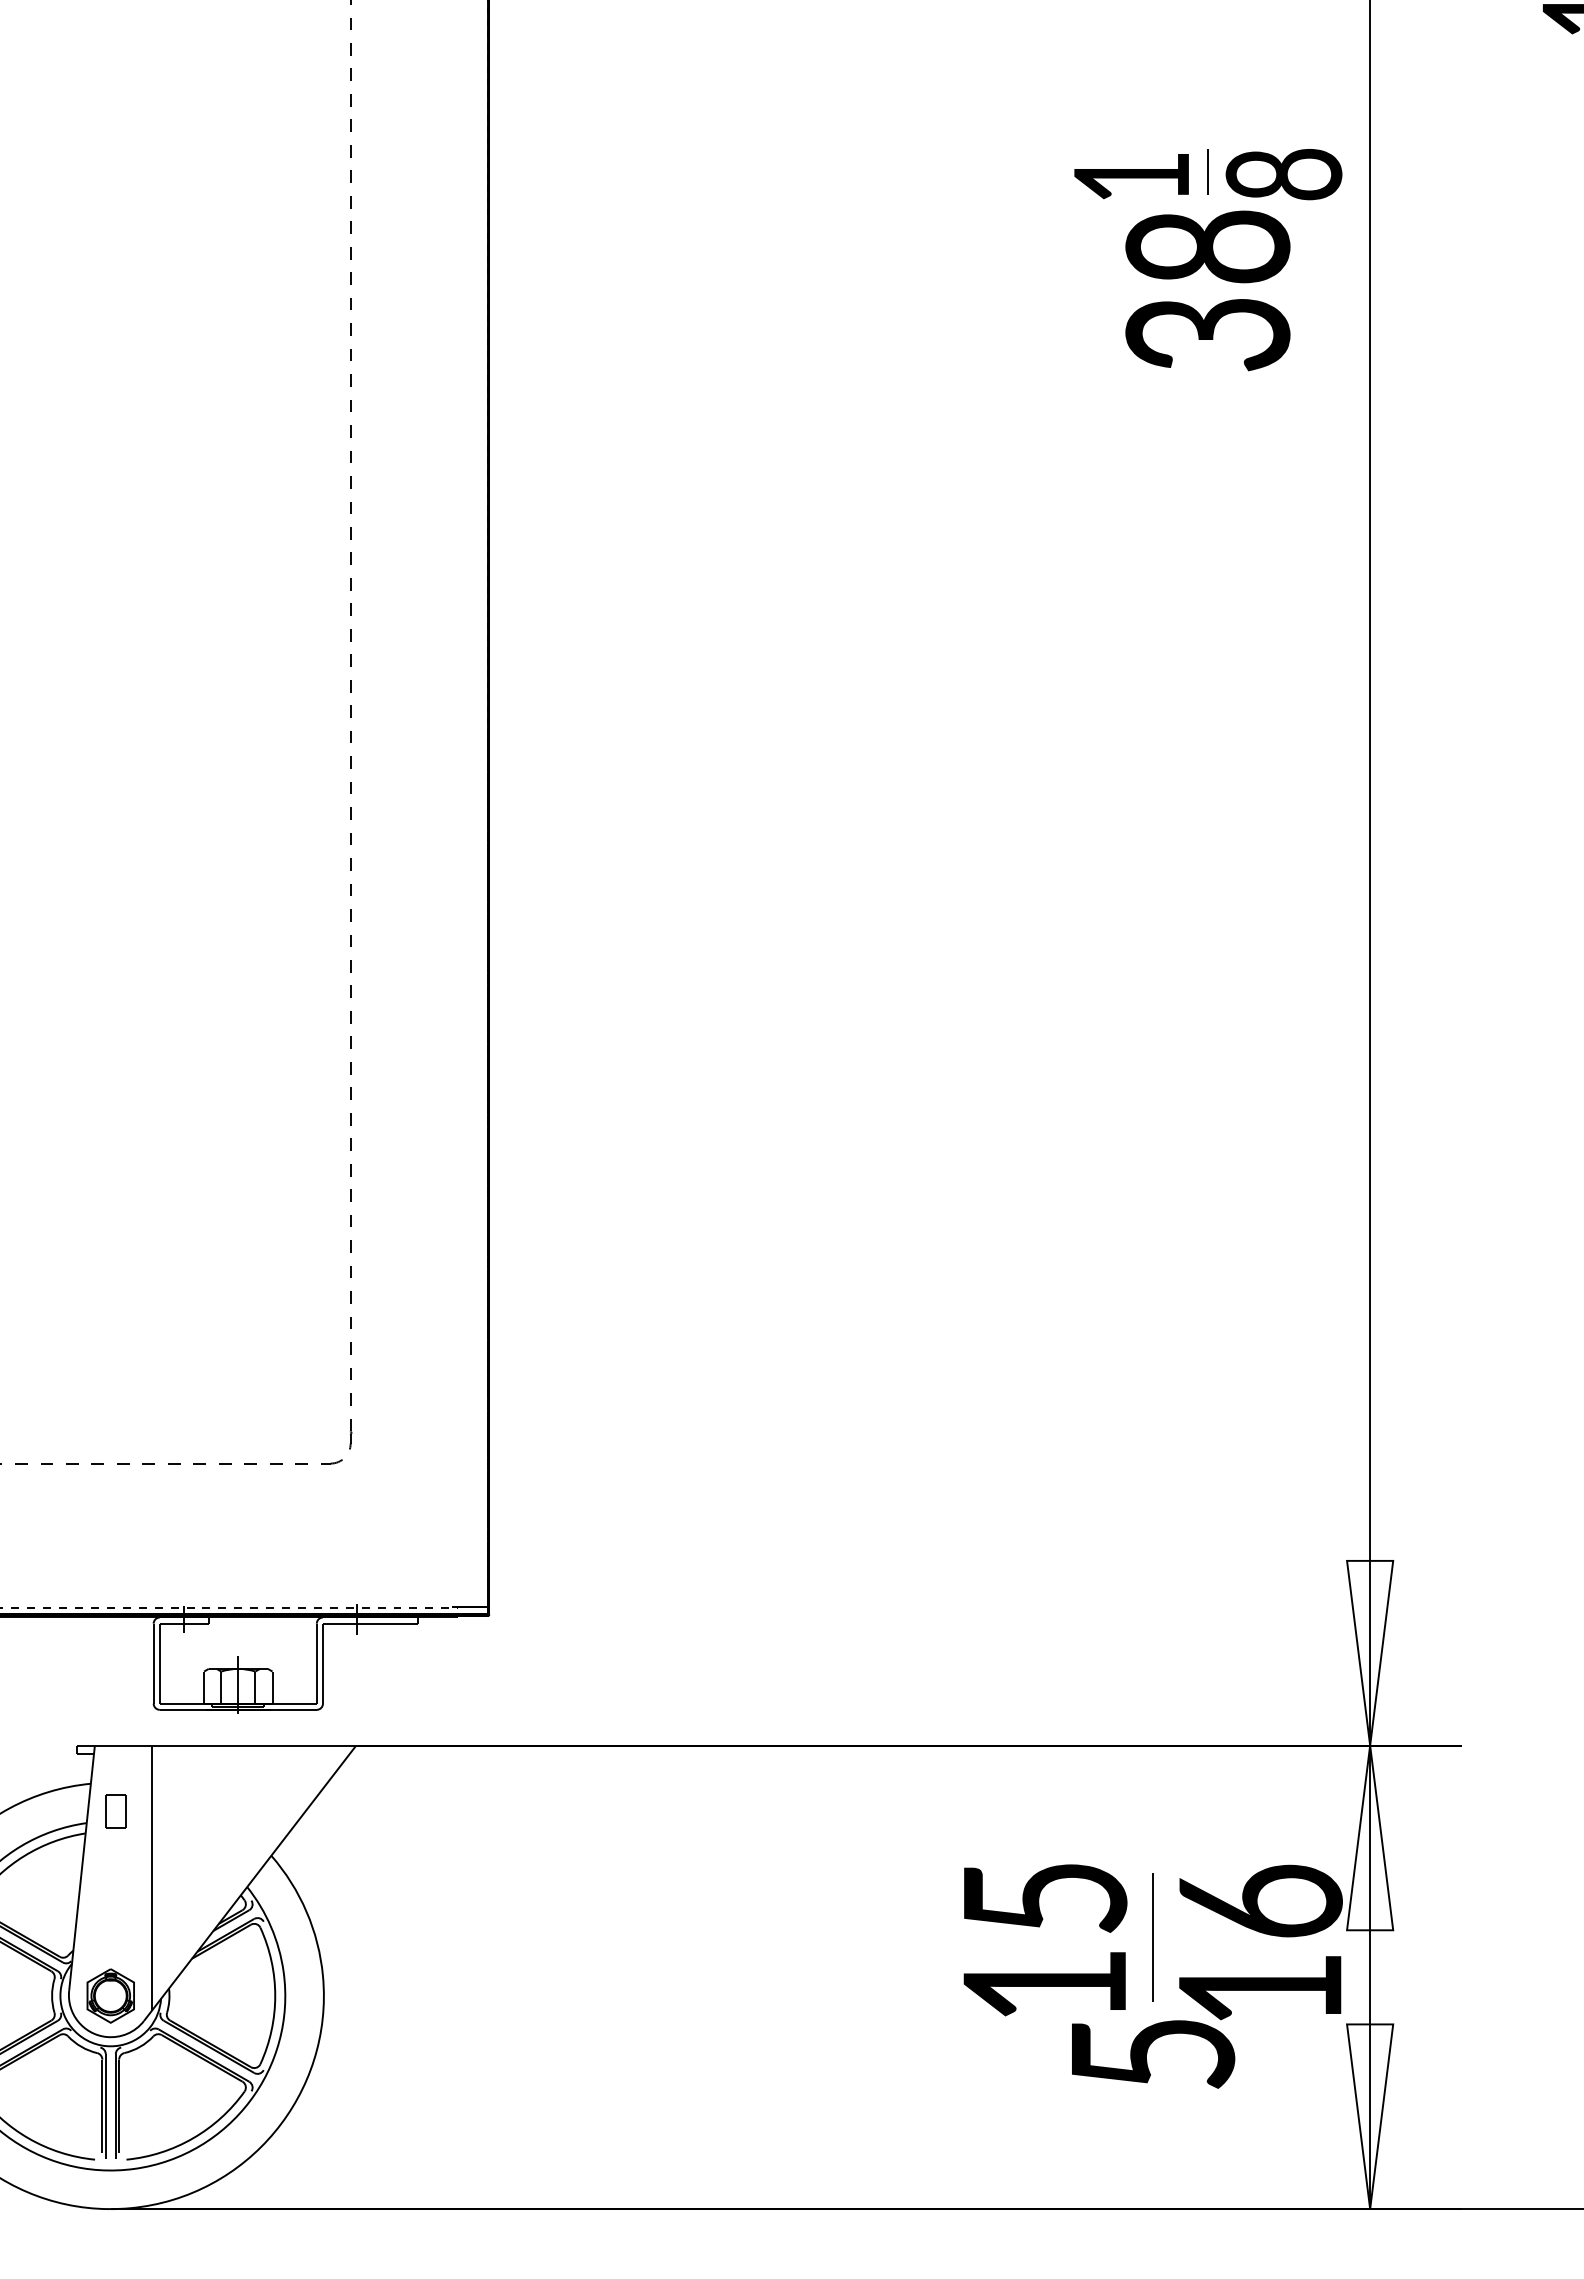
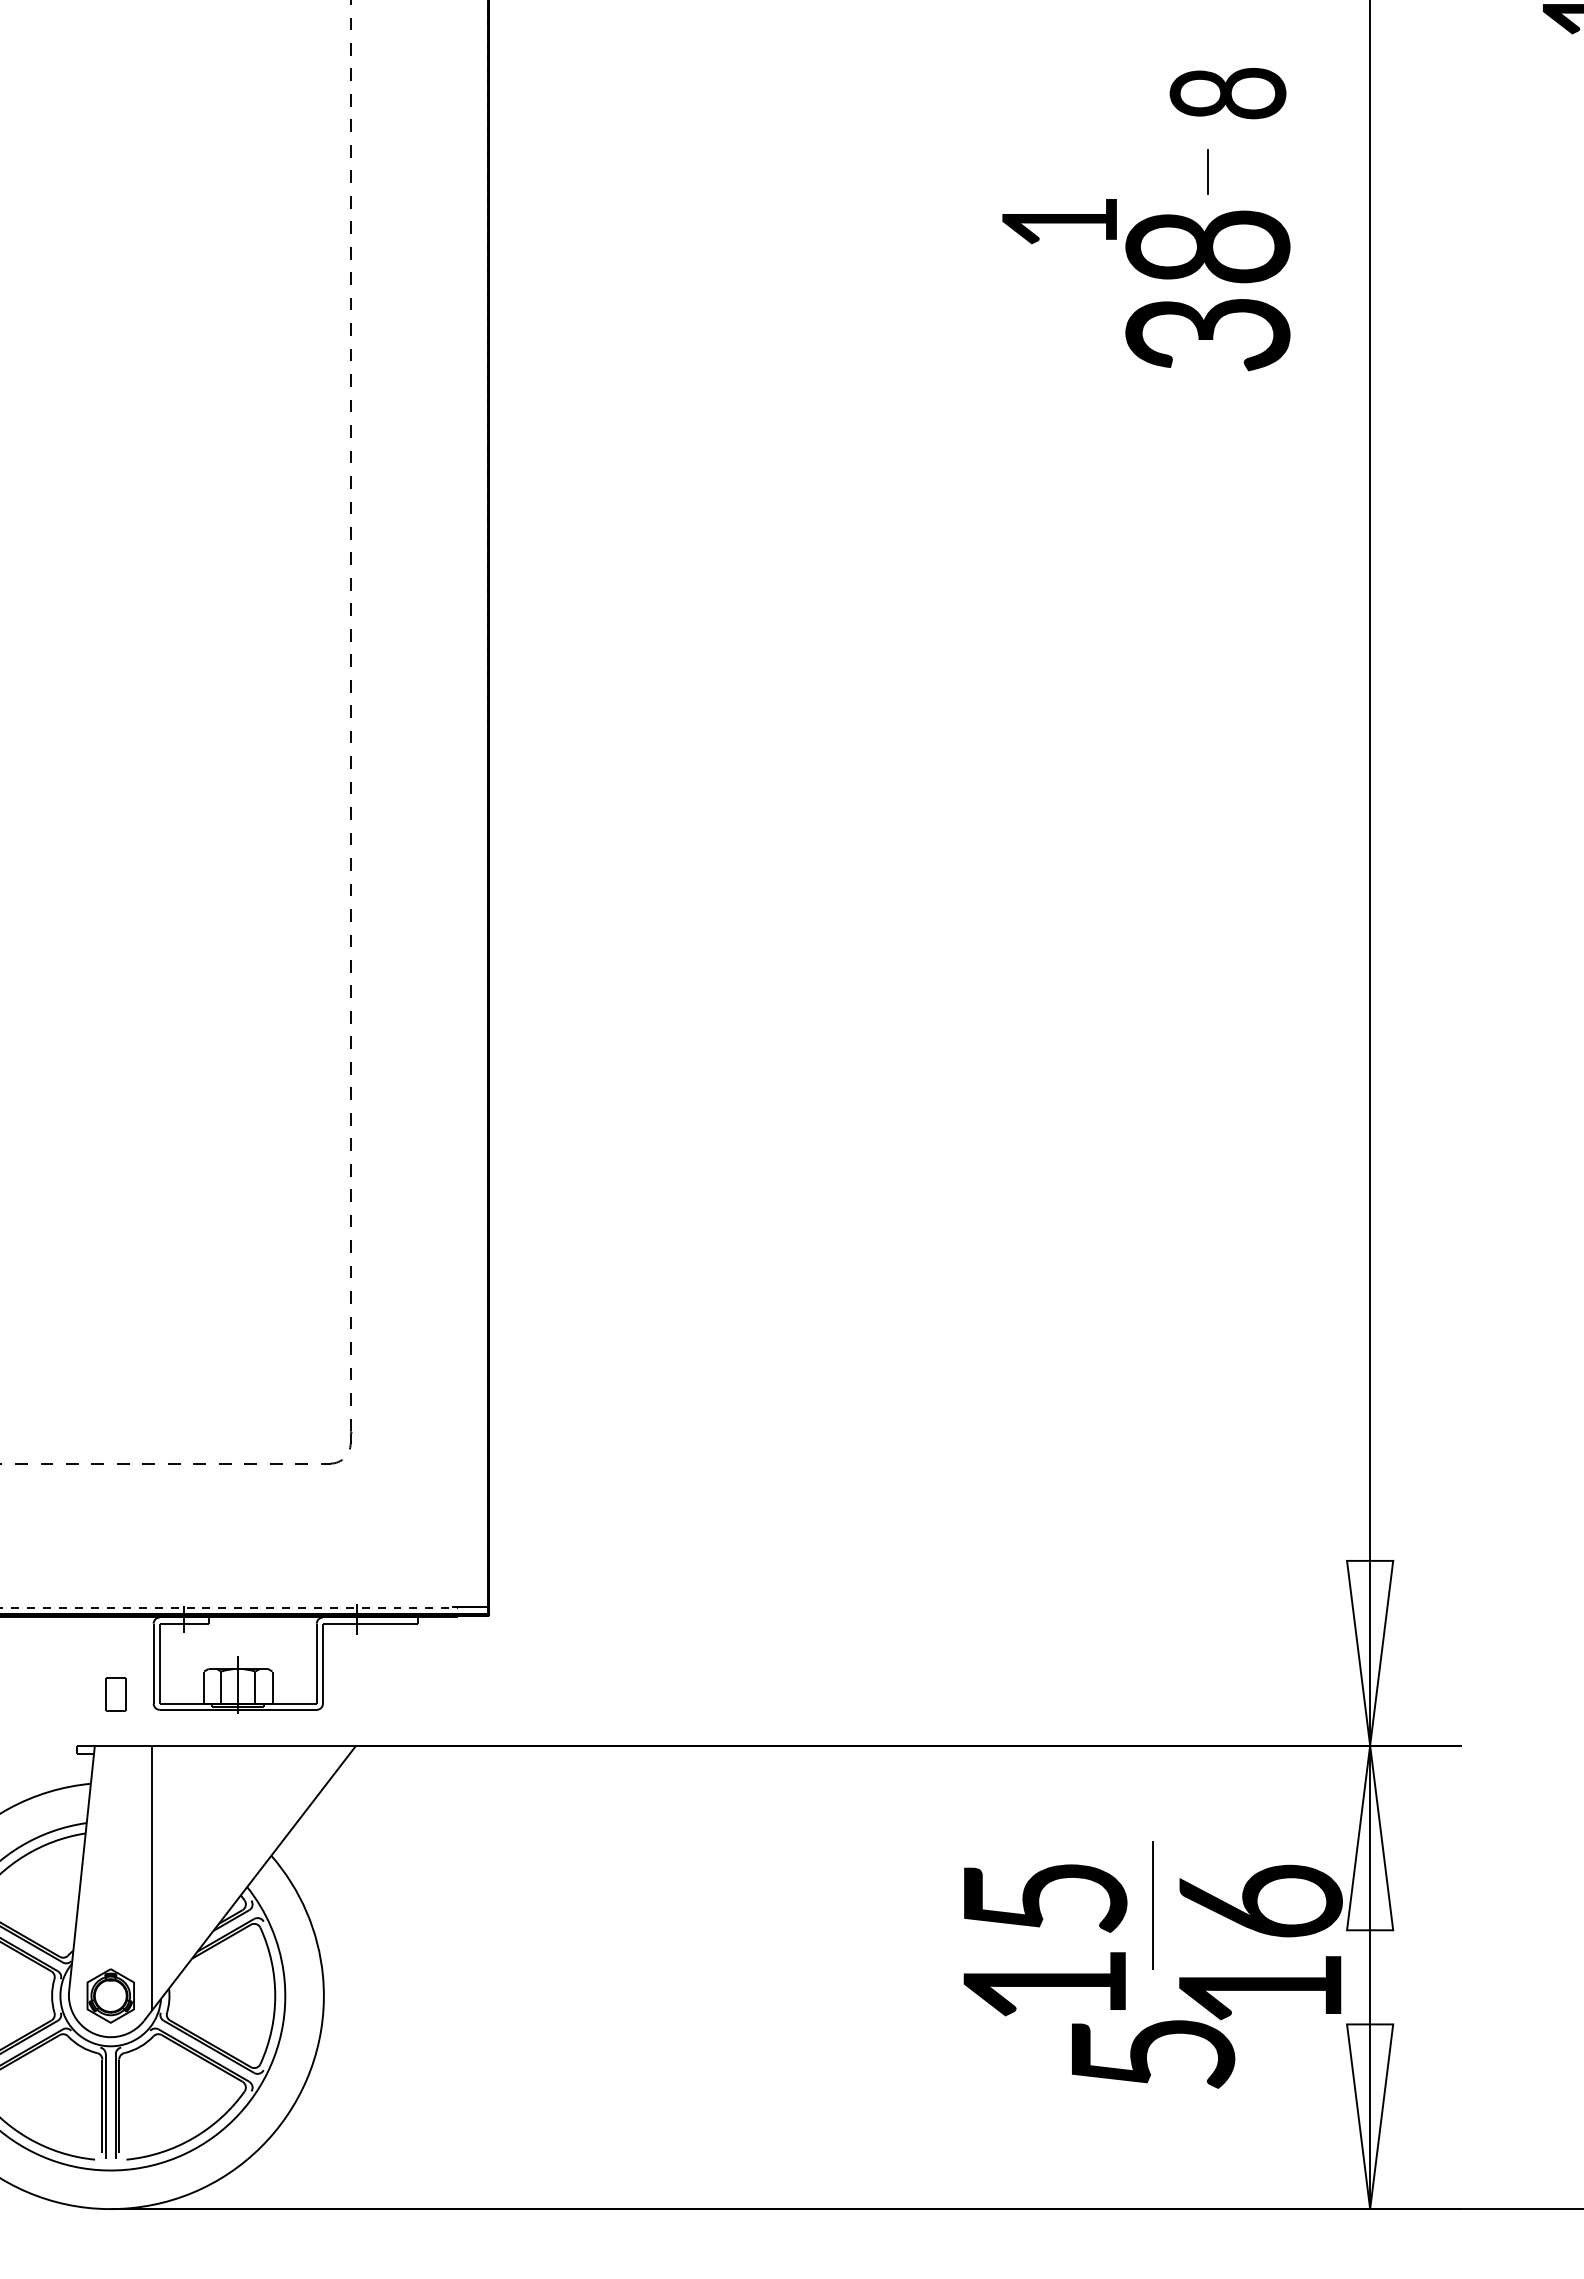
text at (1283, 174) position: (1283, 174) -> (1227, 93)
text at (1131, 176) position: (1131, 176) -> (1059, 221)
part at (115, 1811) position: (115, 1811) -> (115, 1694)
line at (1152, 1937) position: (1152, 1937) -> (1152, 1905)
